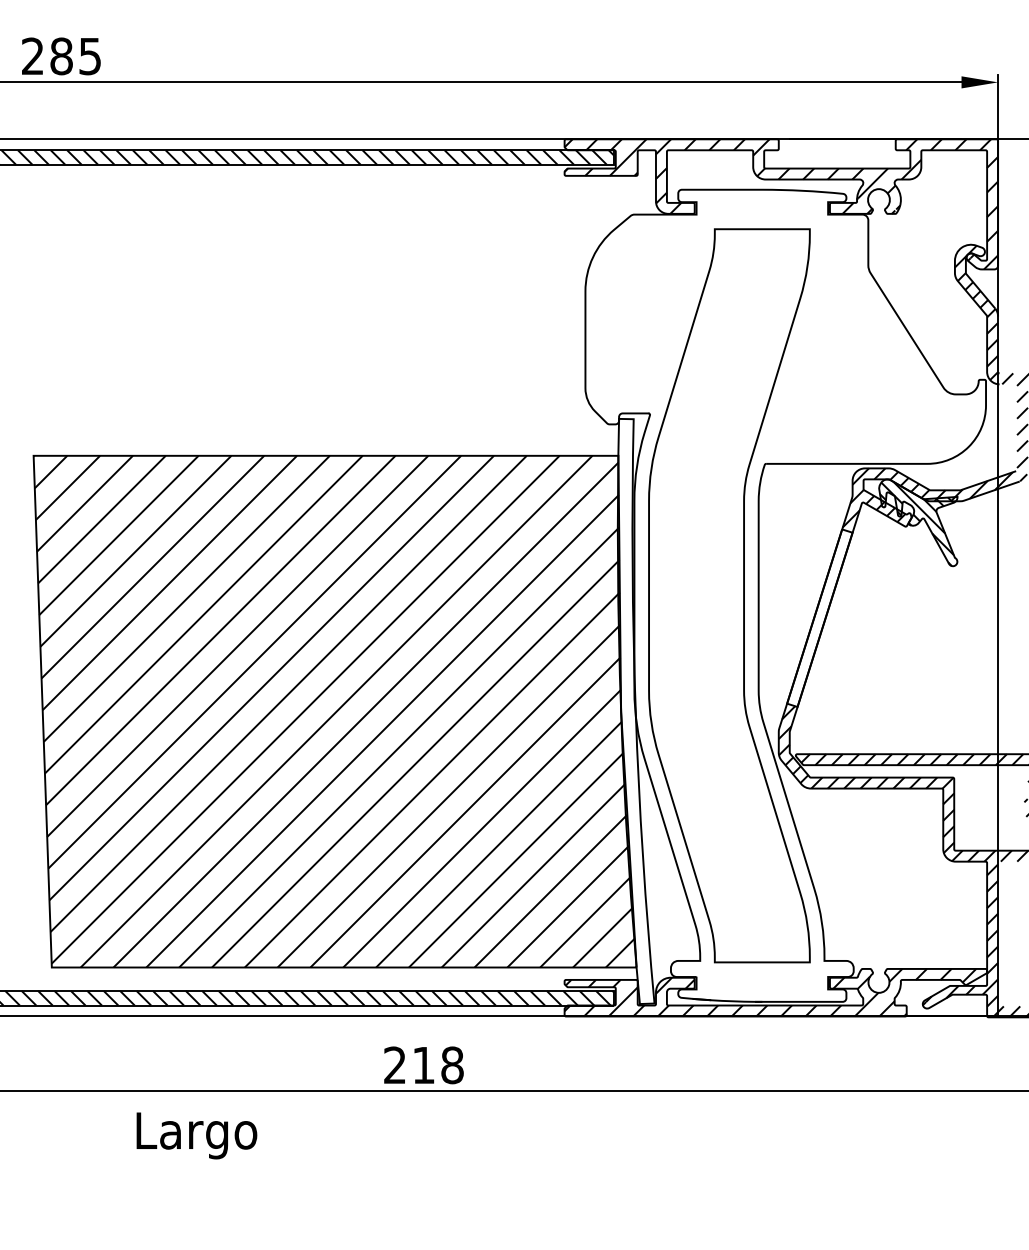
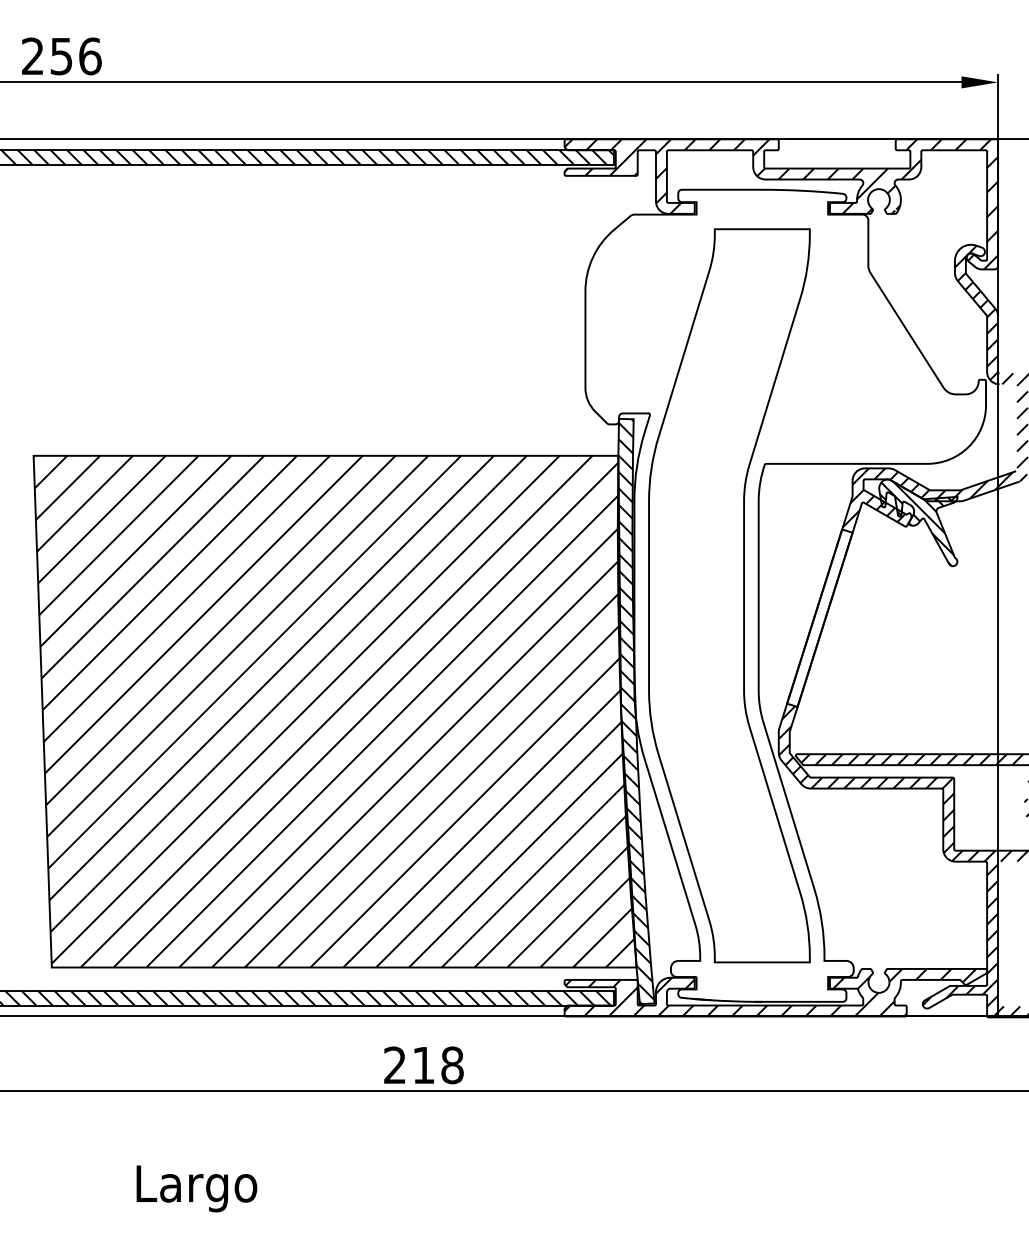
text at (75, 56): 285 -> 256
hatch at (635, 711): none -> present
text at (196, 1135) position: (196, 1135) -> (196, 1188)
